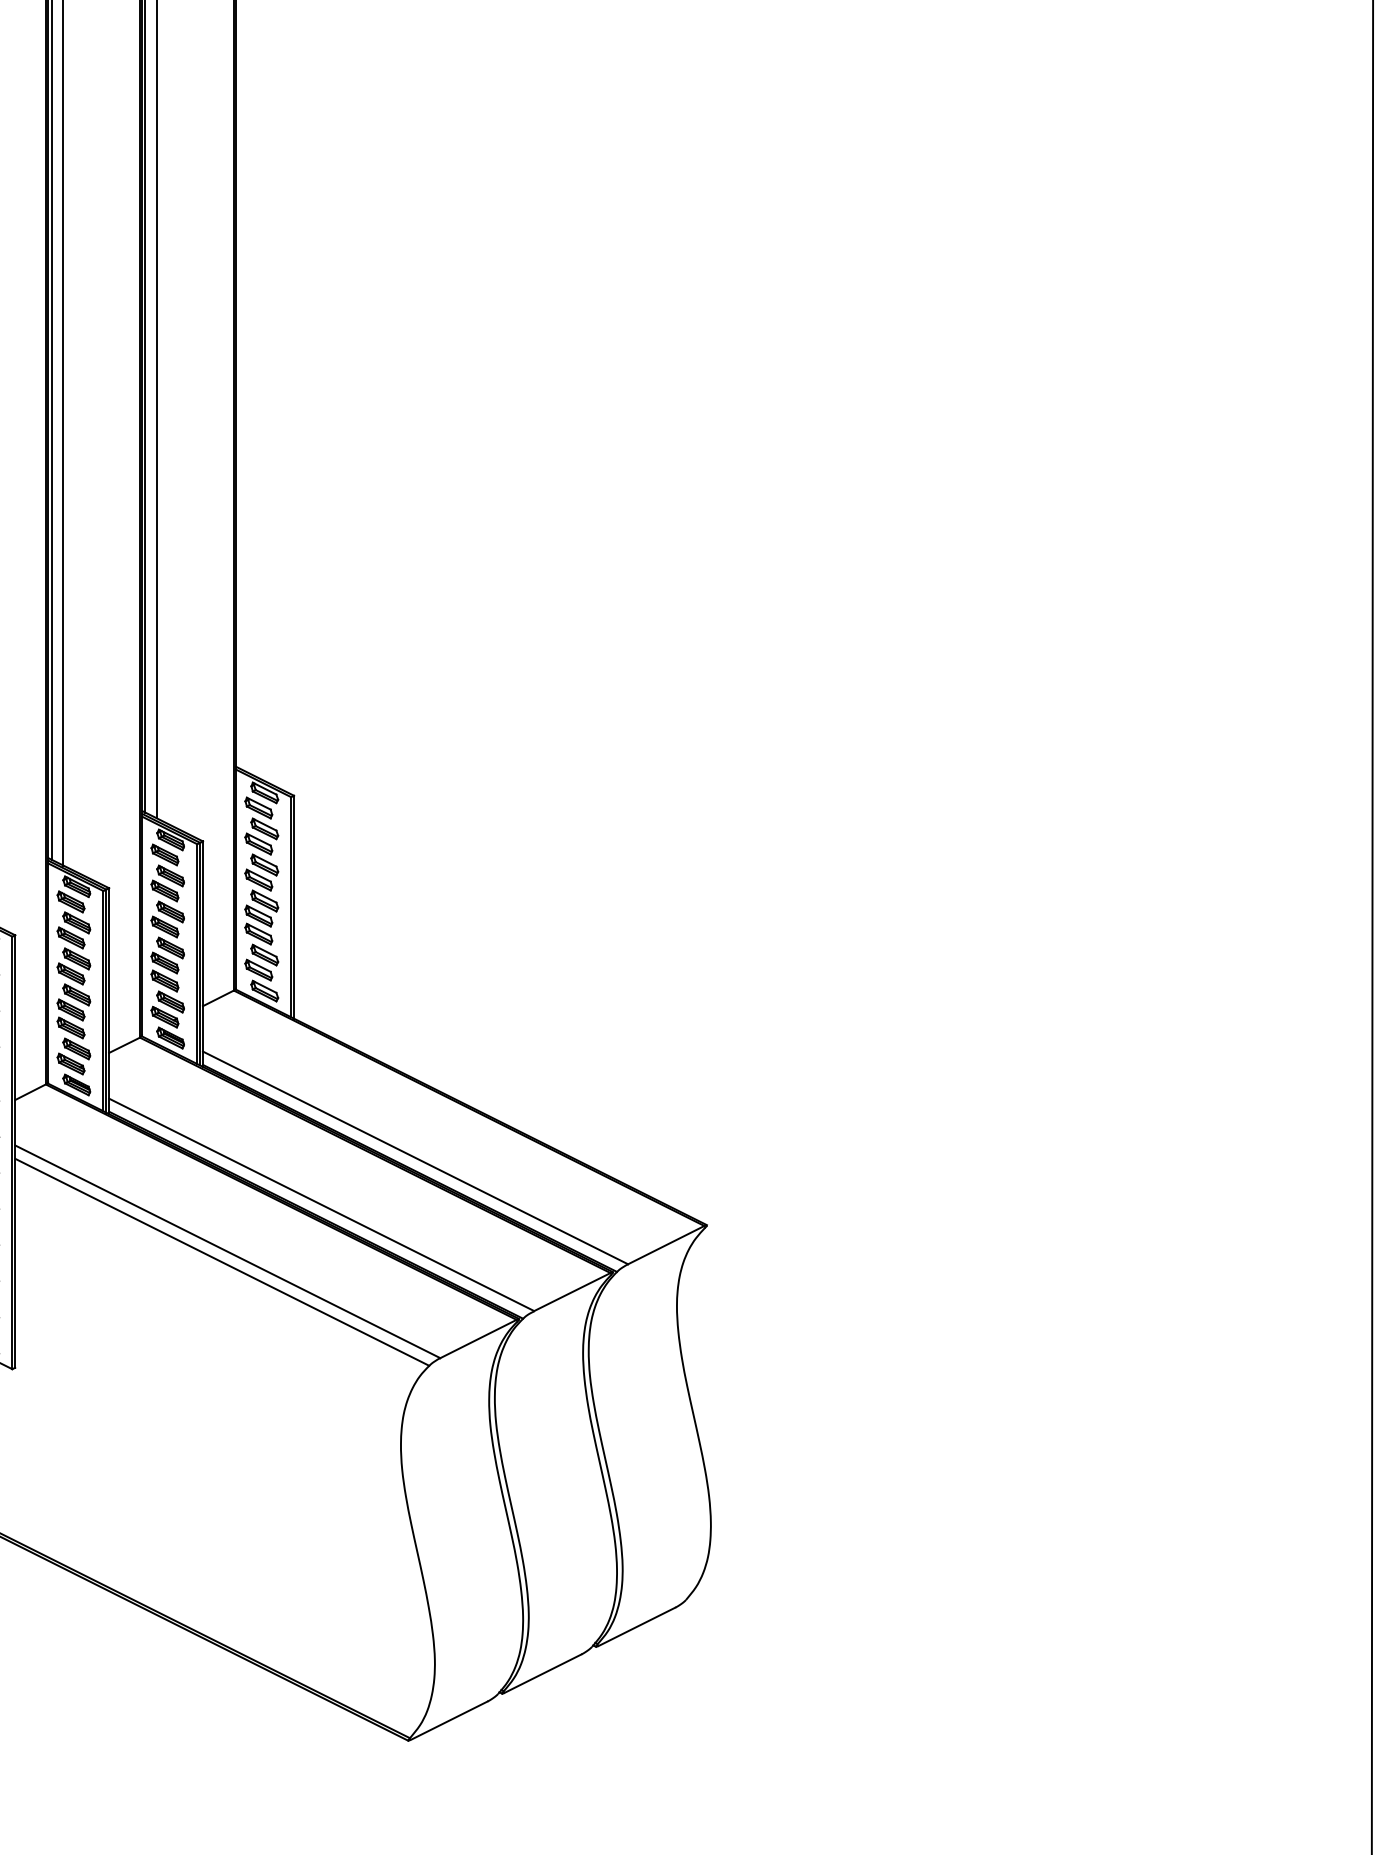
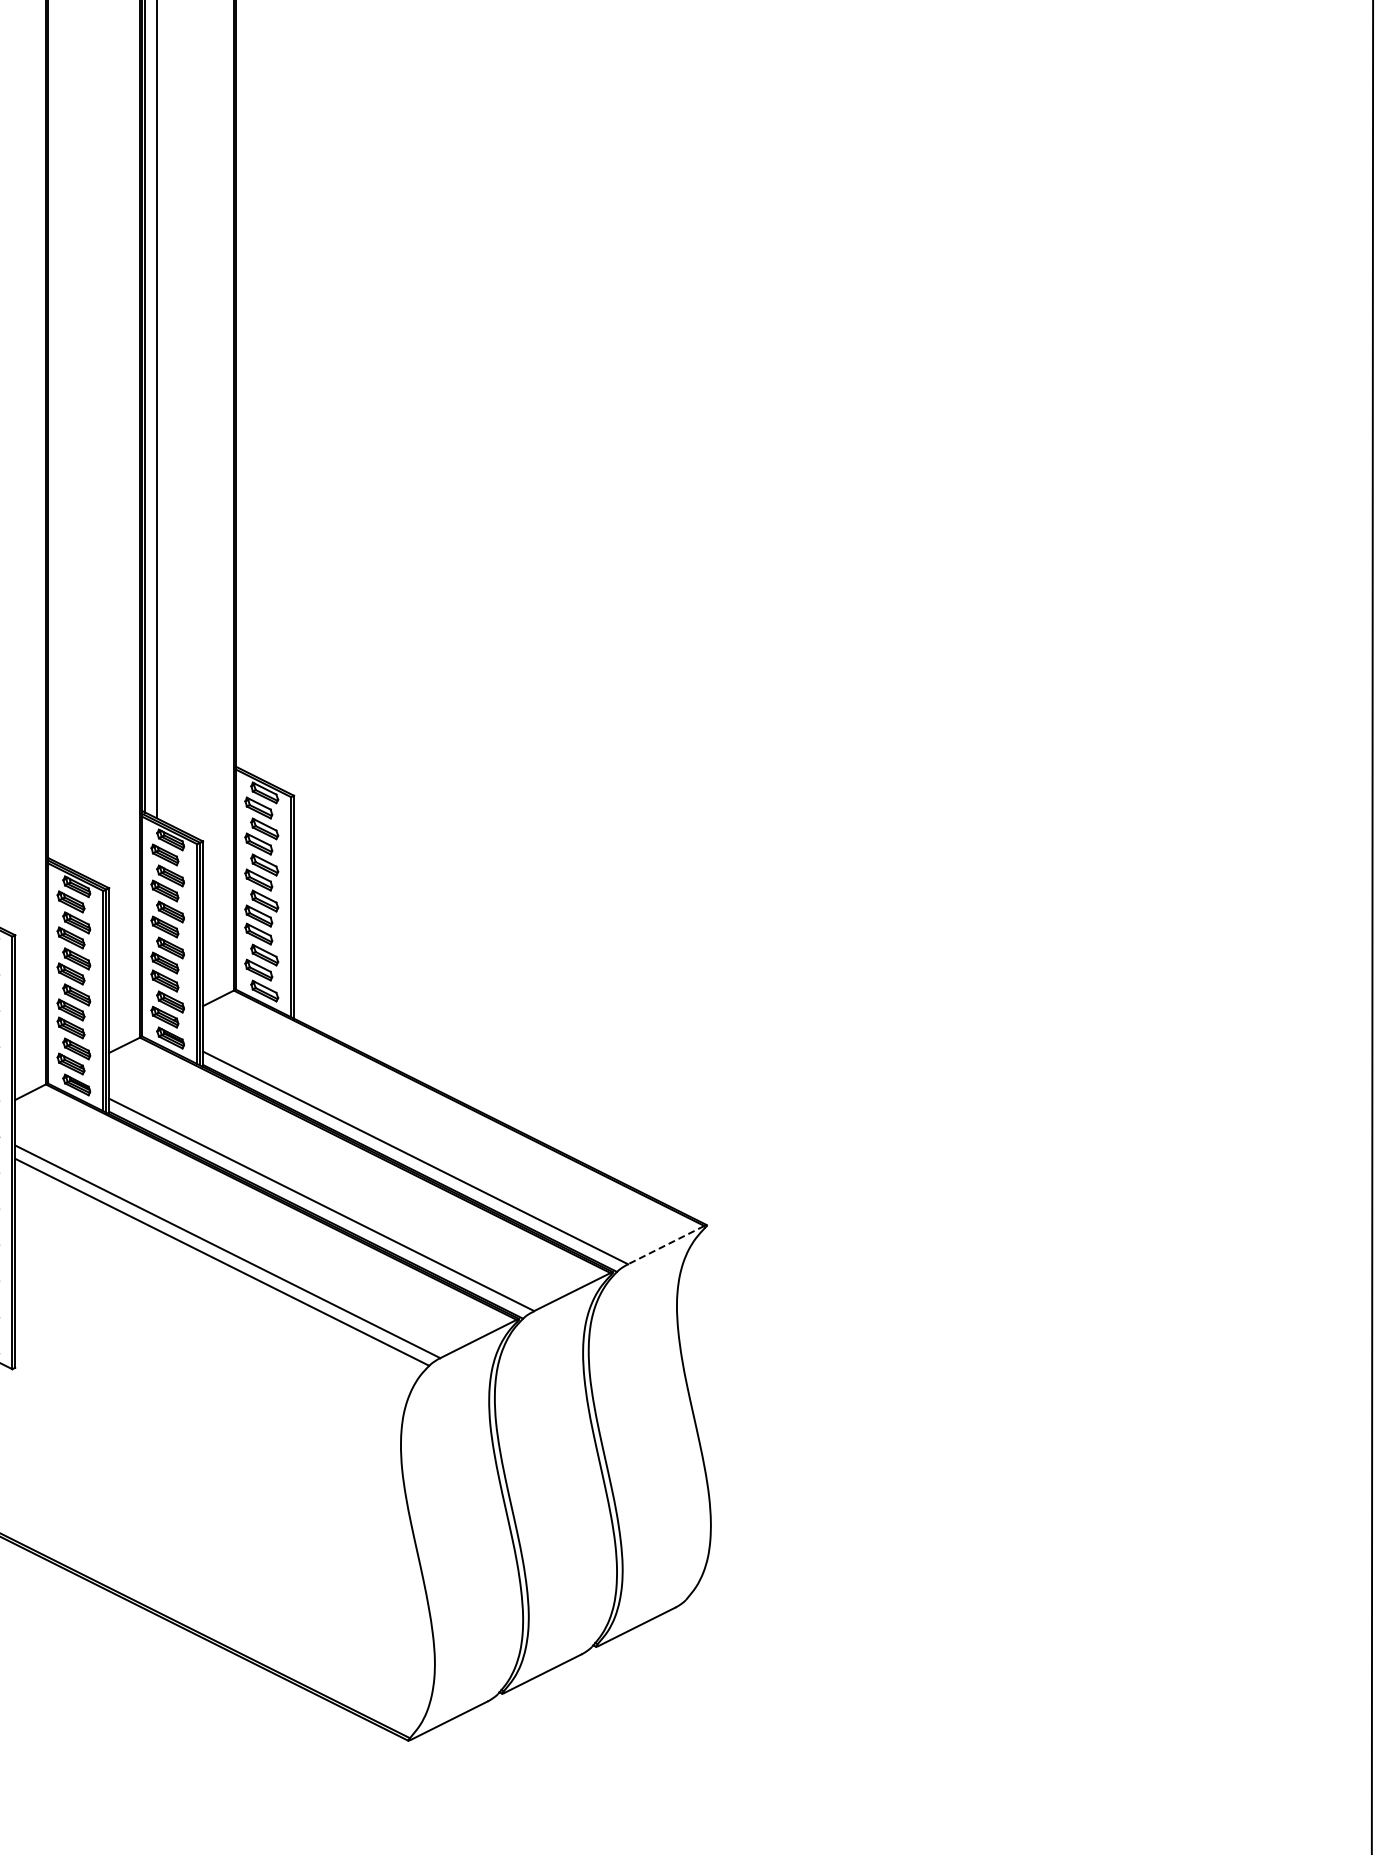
line at (51, 430): present -> none
line at (63, 433): present -> none
line at (666, 1245): solid -> dashed
